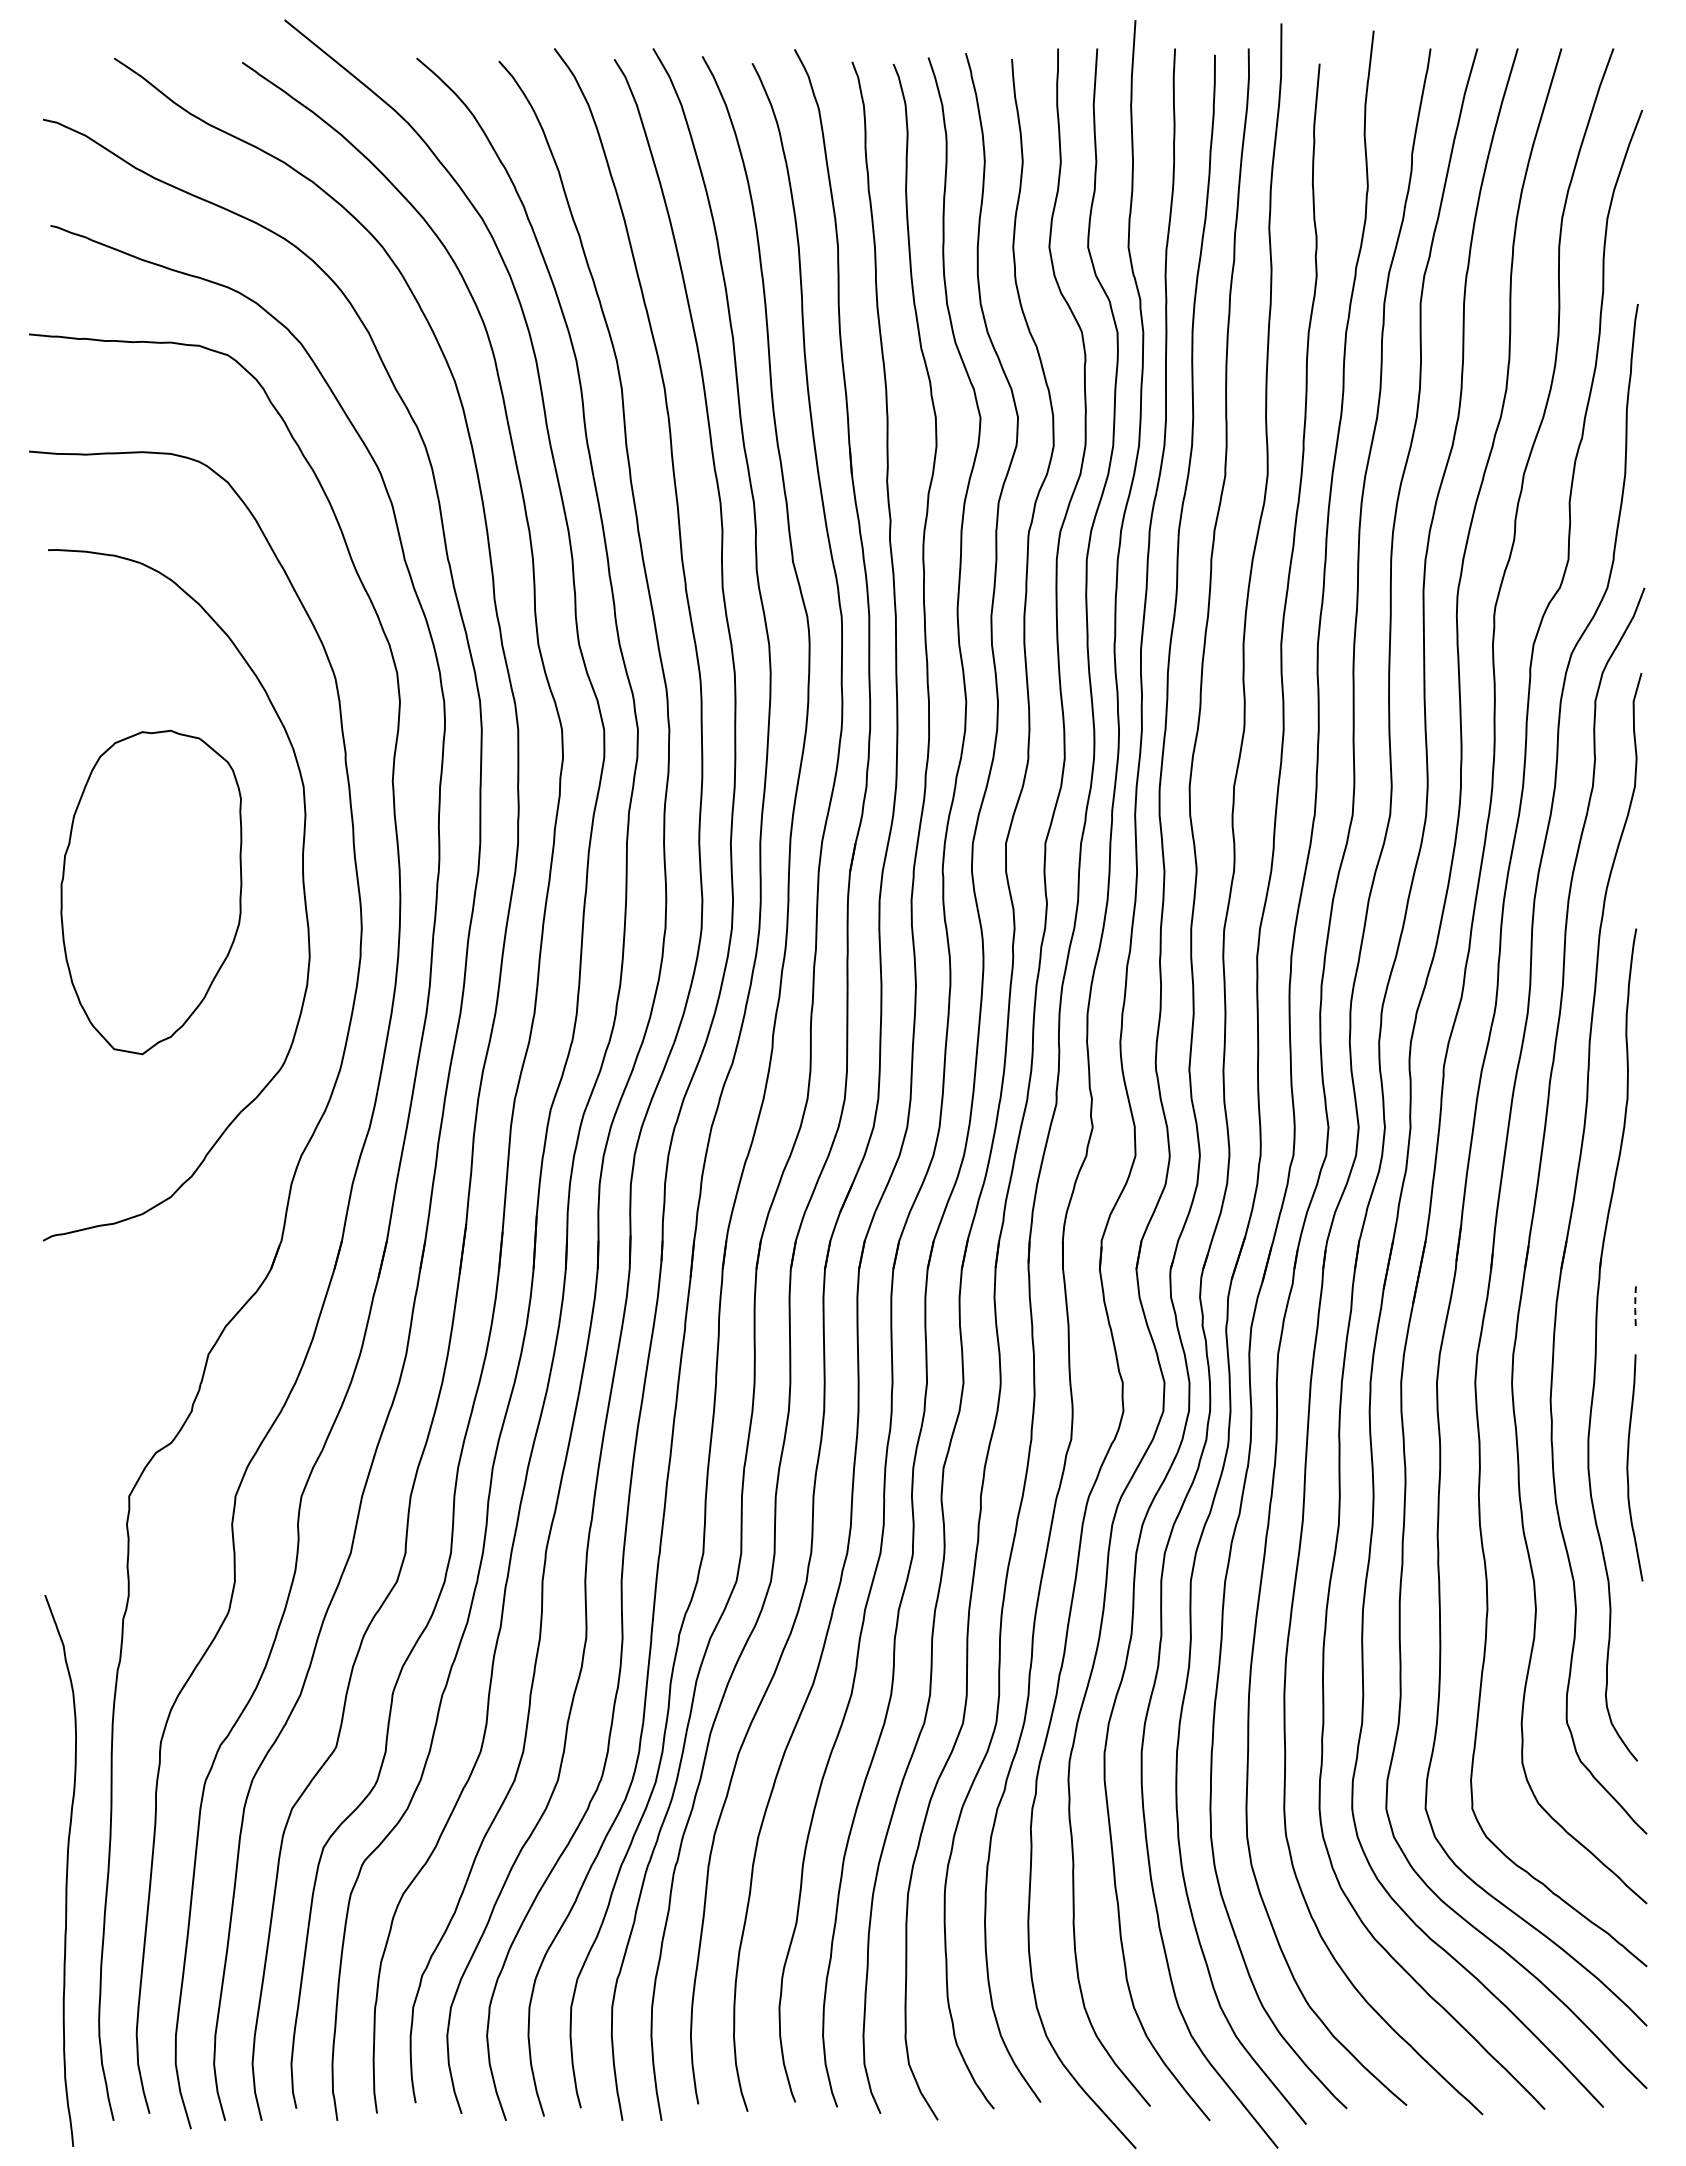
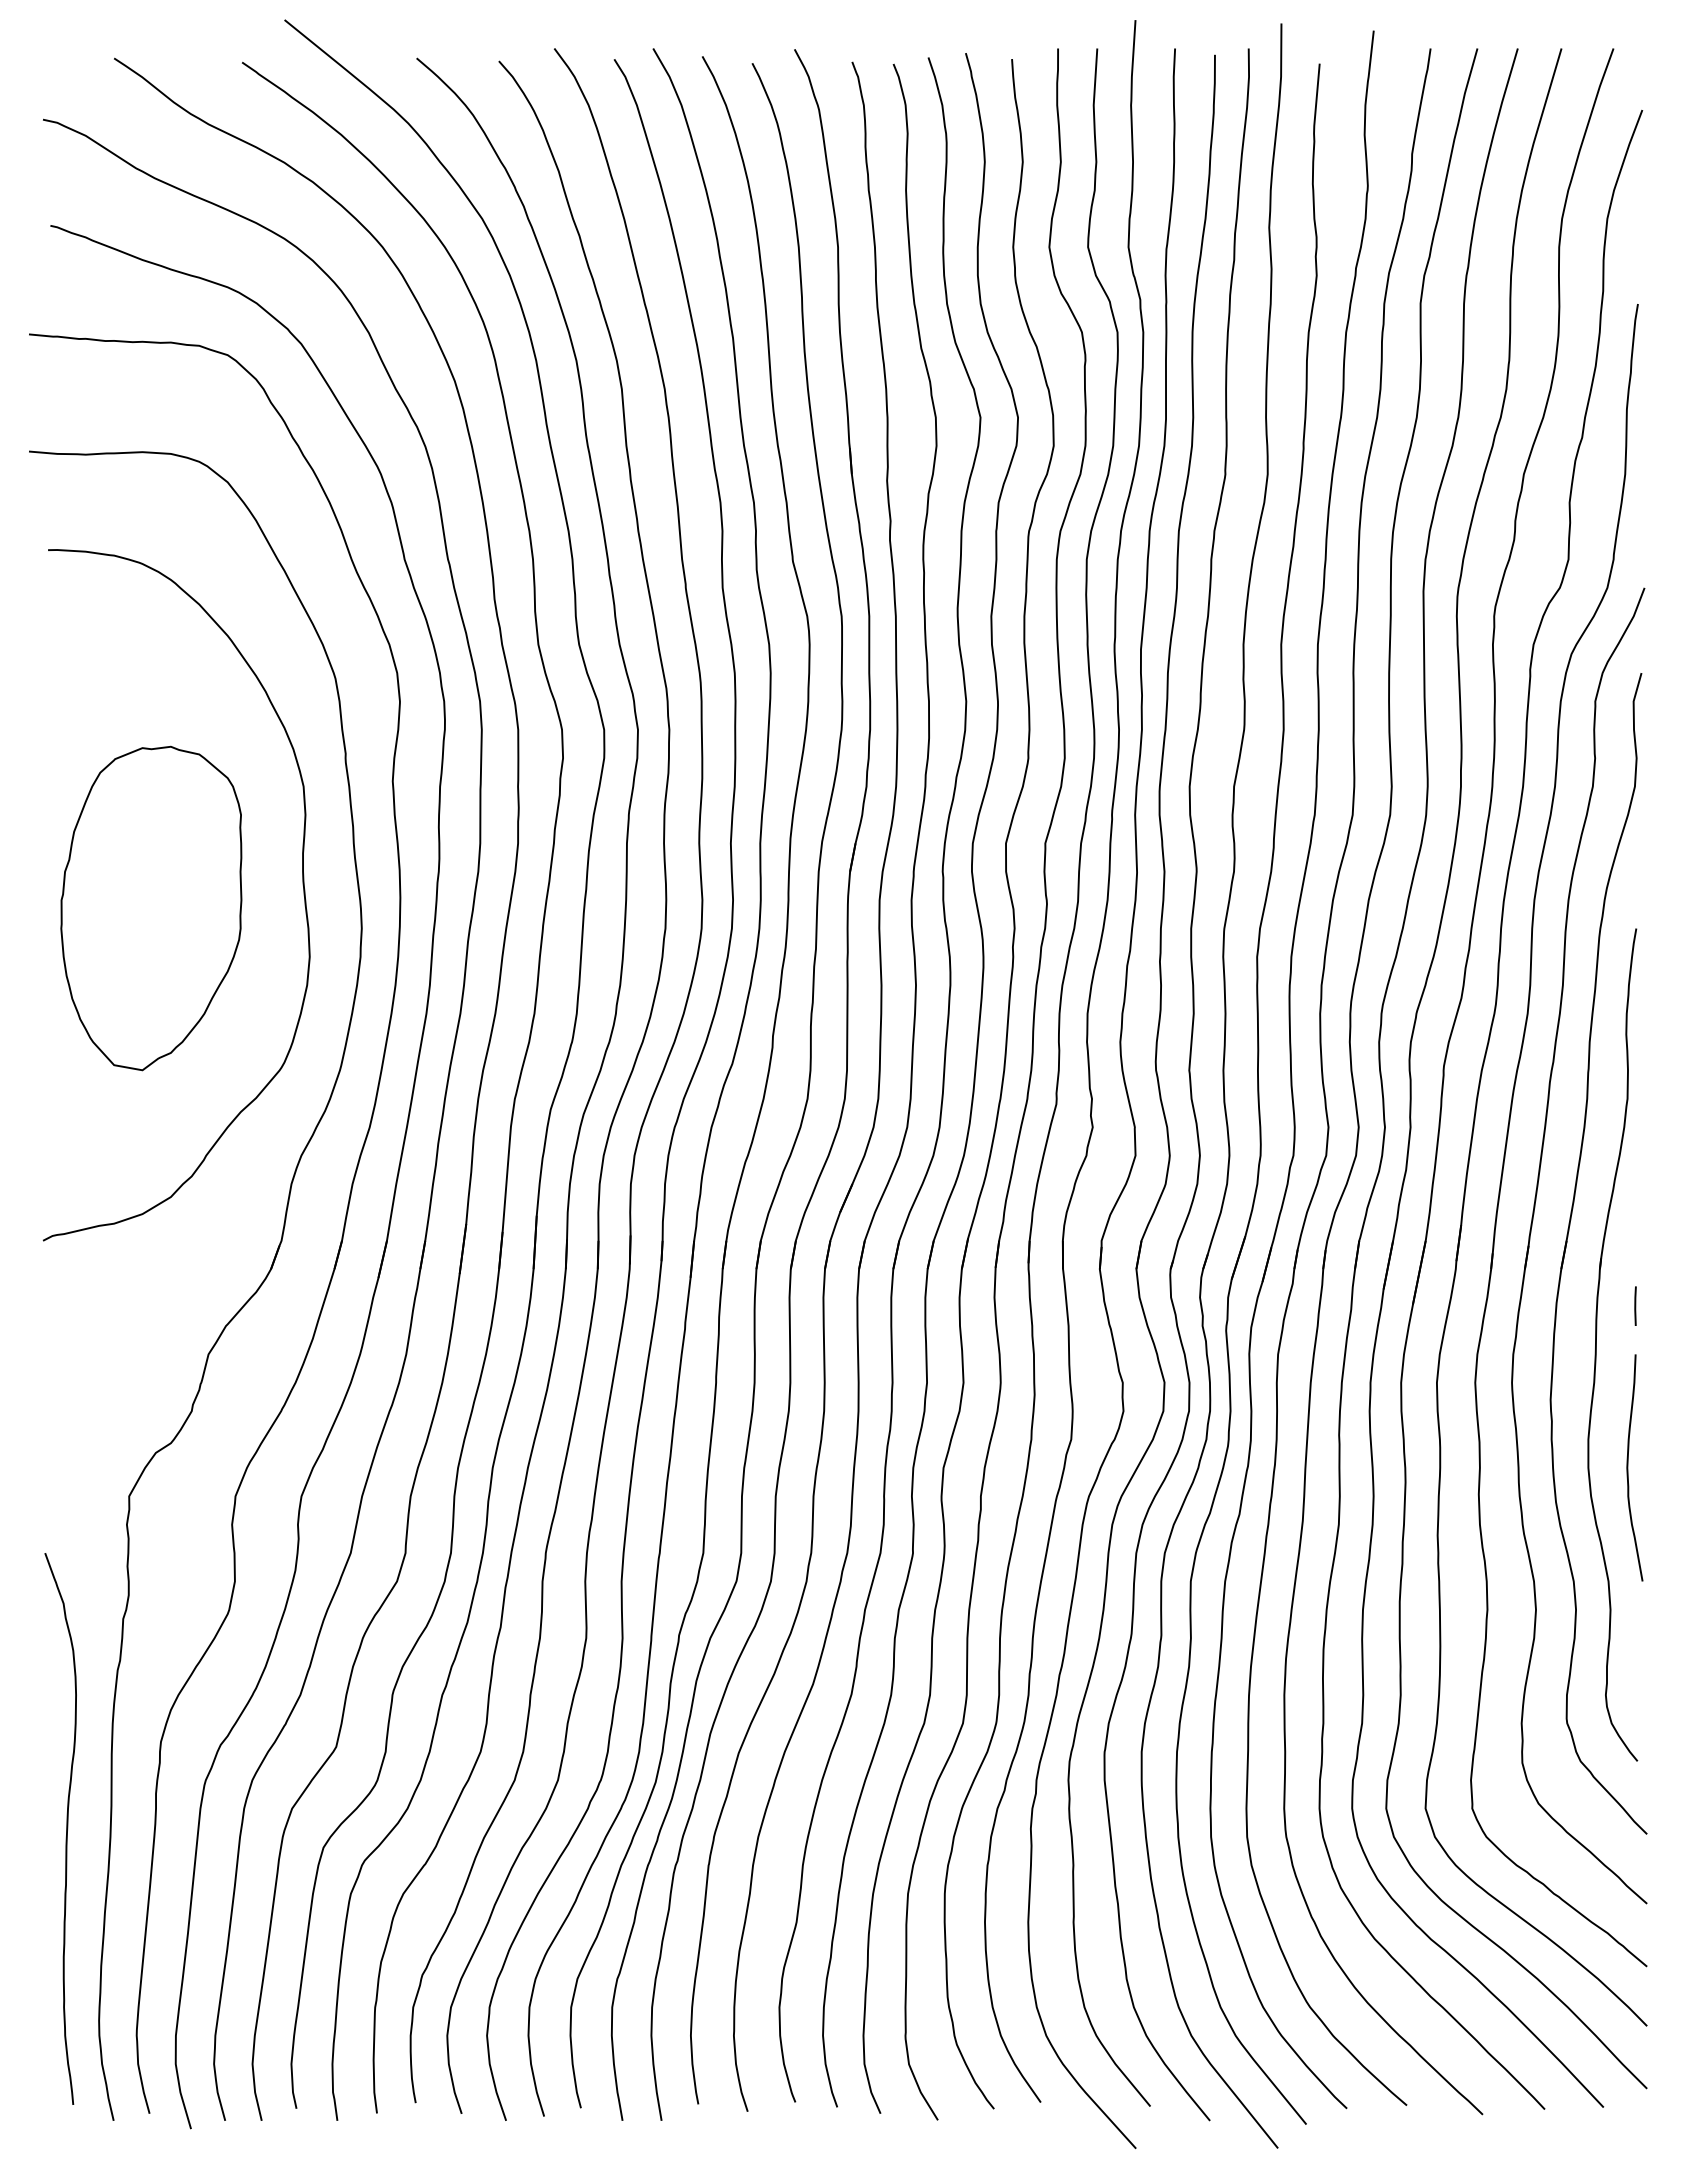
part at (151, 892) position: (151, 892) -> (151, 908)
line at (1635, 1305): dashed -> solid
curve at (66, 1870) position: (66, 1870) -> (66, 1828)
